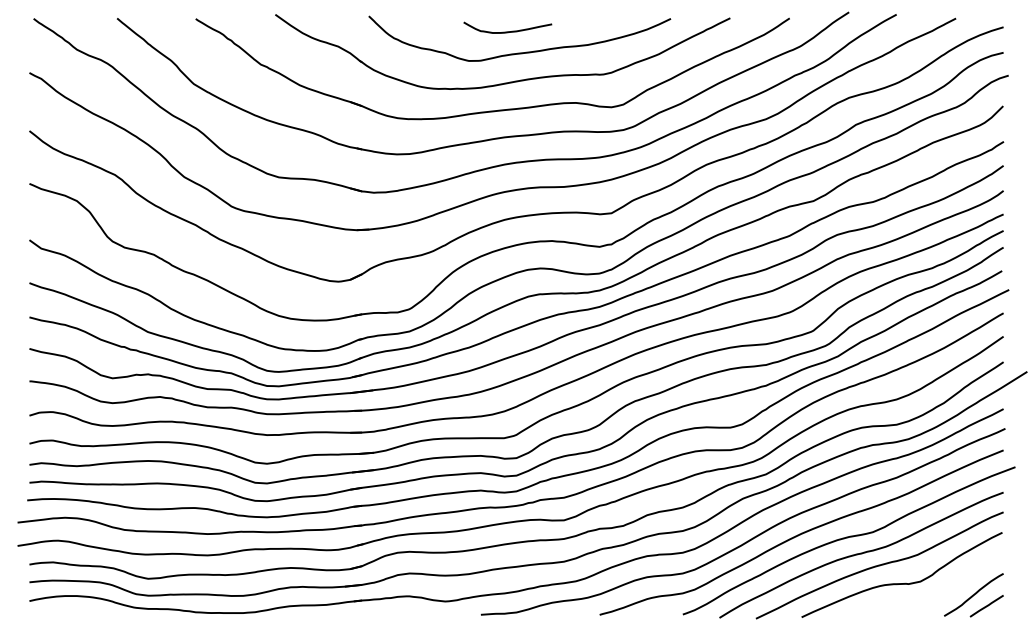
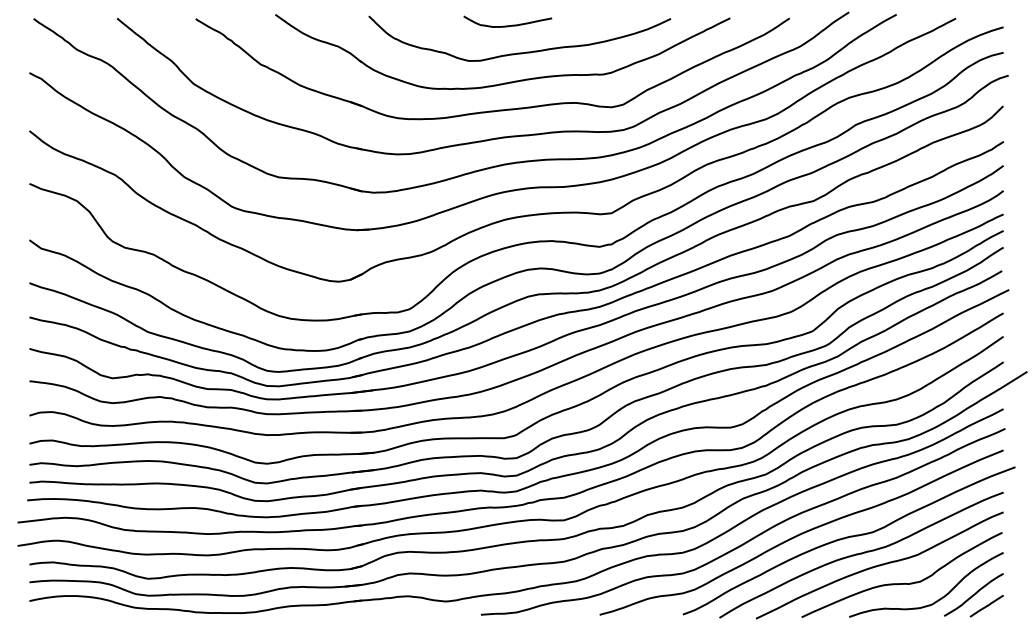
curve at (507, 31) position: (507, 31) -> (507, 25)
curve at (934, 601): none -> present
